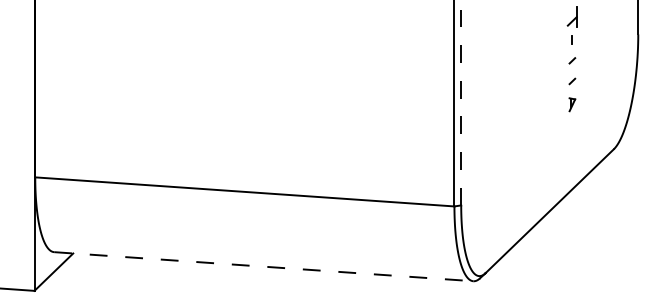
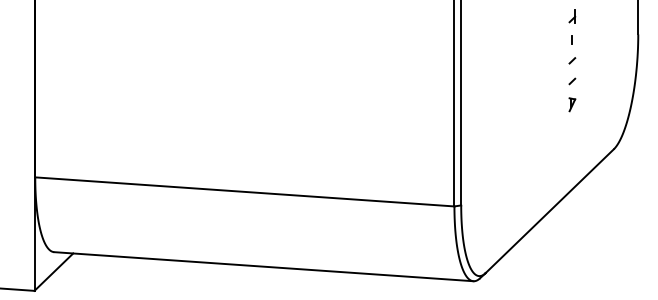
part at (571, 16) size: 12x22 px -> 9x15 px
line at (461, 102): dashed -> solid
line at (264, 266): dashed -> solid
